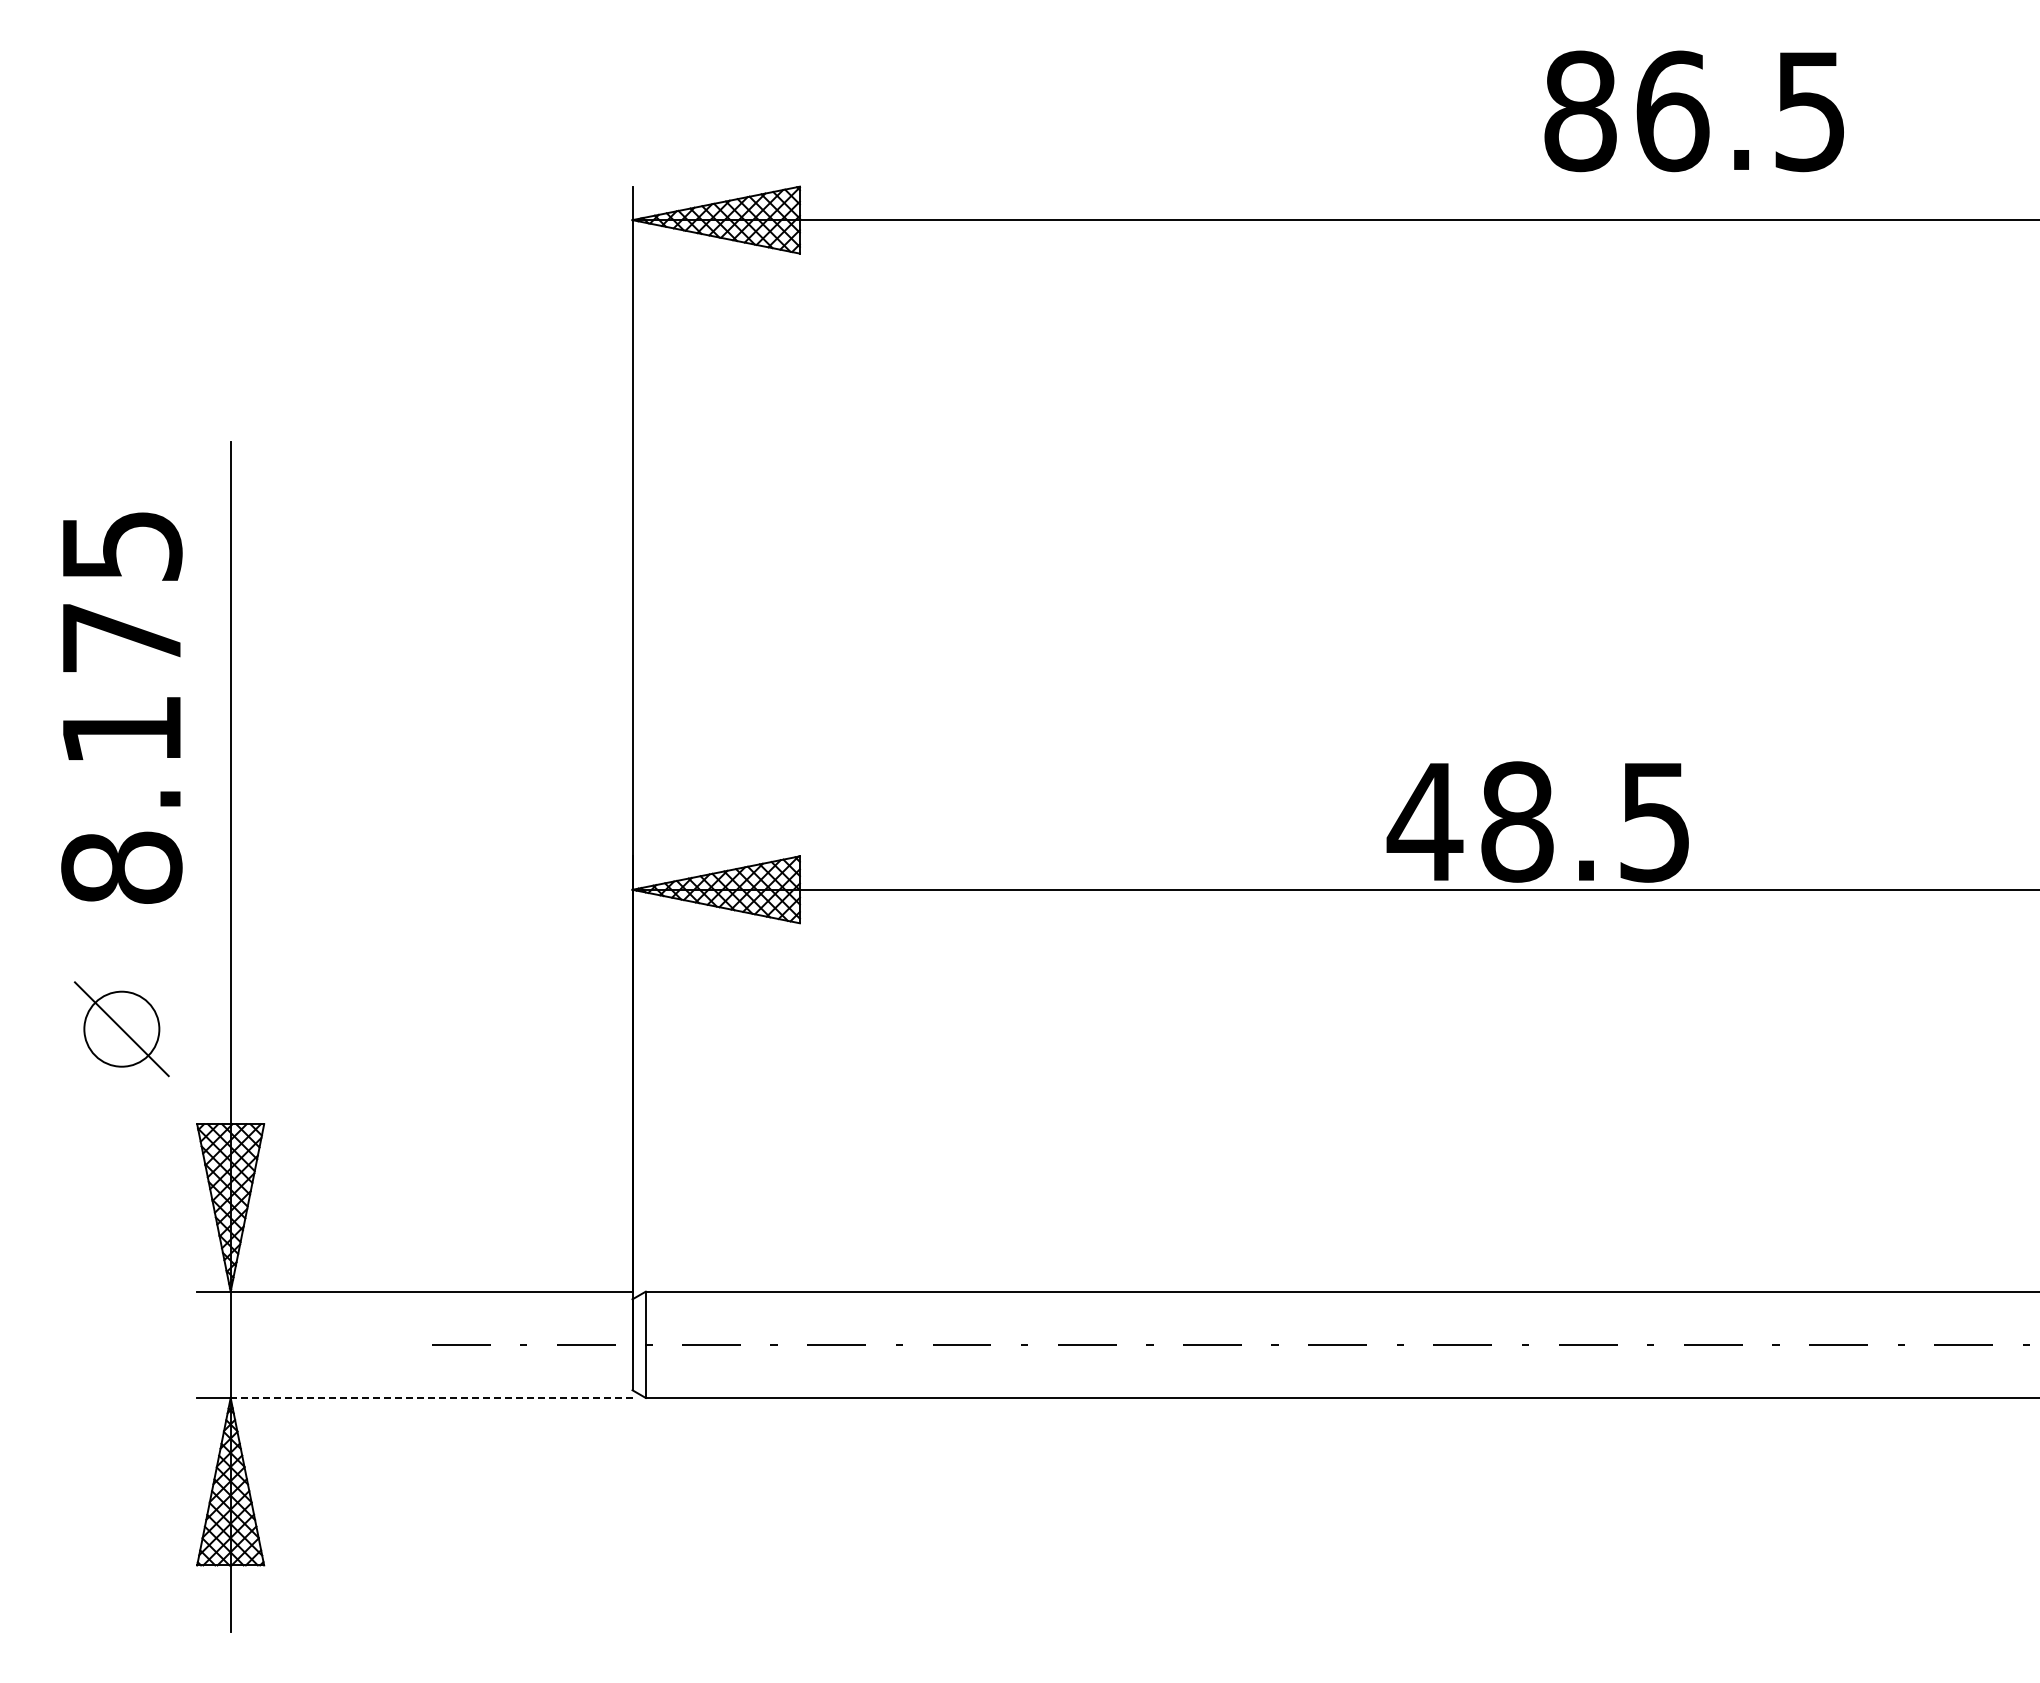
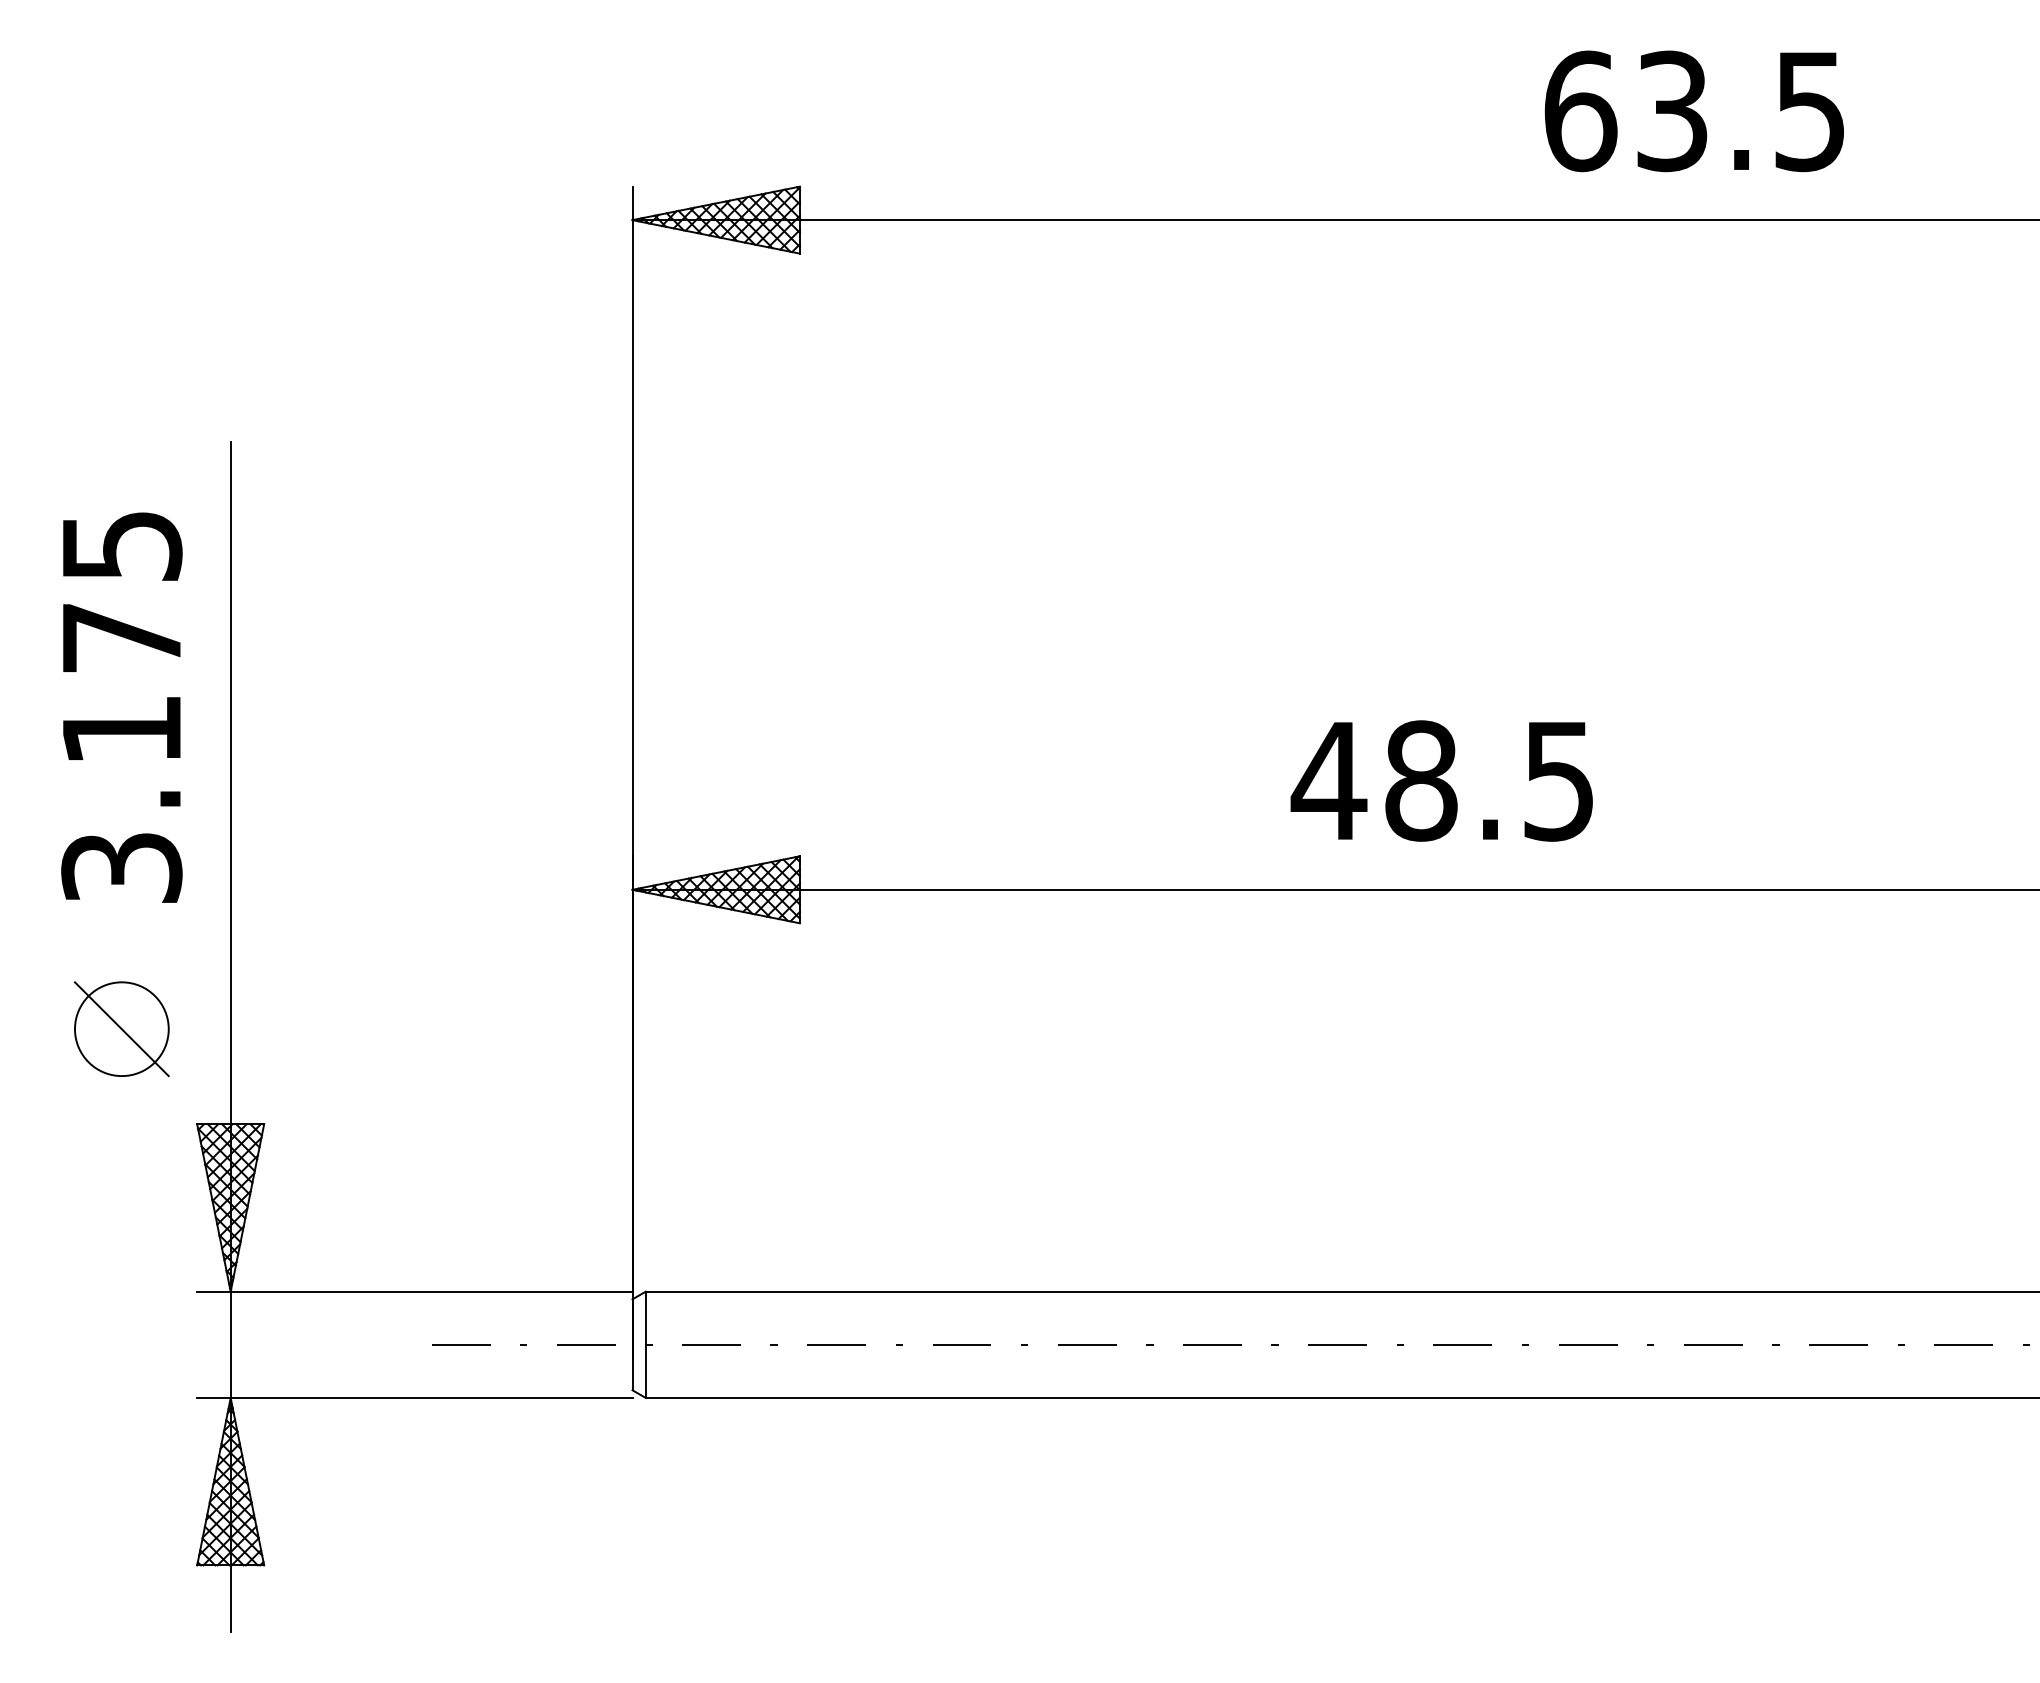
text at (1626, 111): 86.5 -> 63.5
text at (1537, 821) position: (1537, 821) -> (1441, 780)
text at (121, 867): 8.175 -> 3.175
circle at (121, 1028) diameter: 75 px -> 94 px
line at (431, 1397): dashed -> solid
